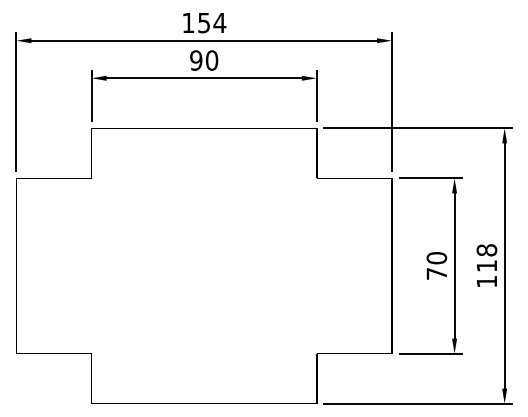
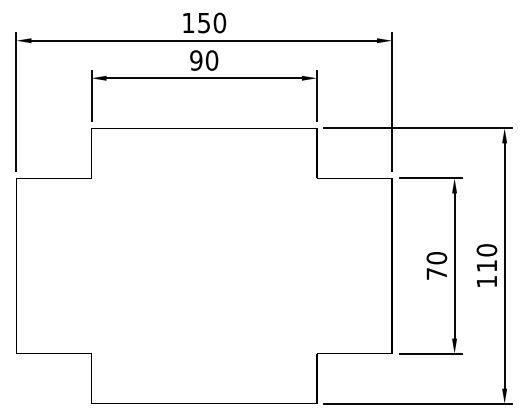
text at (219, 22): 154 -> 150
text at (486, 250): 118 -> 110
